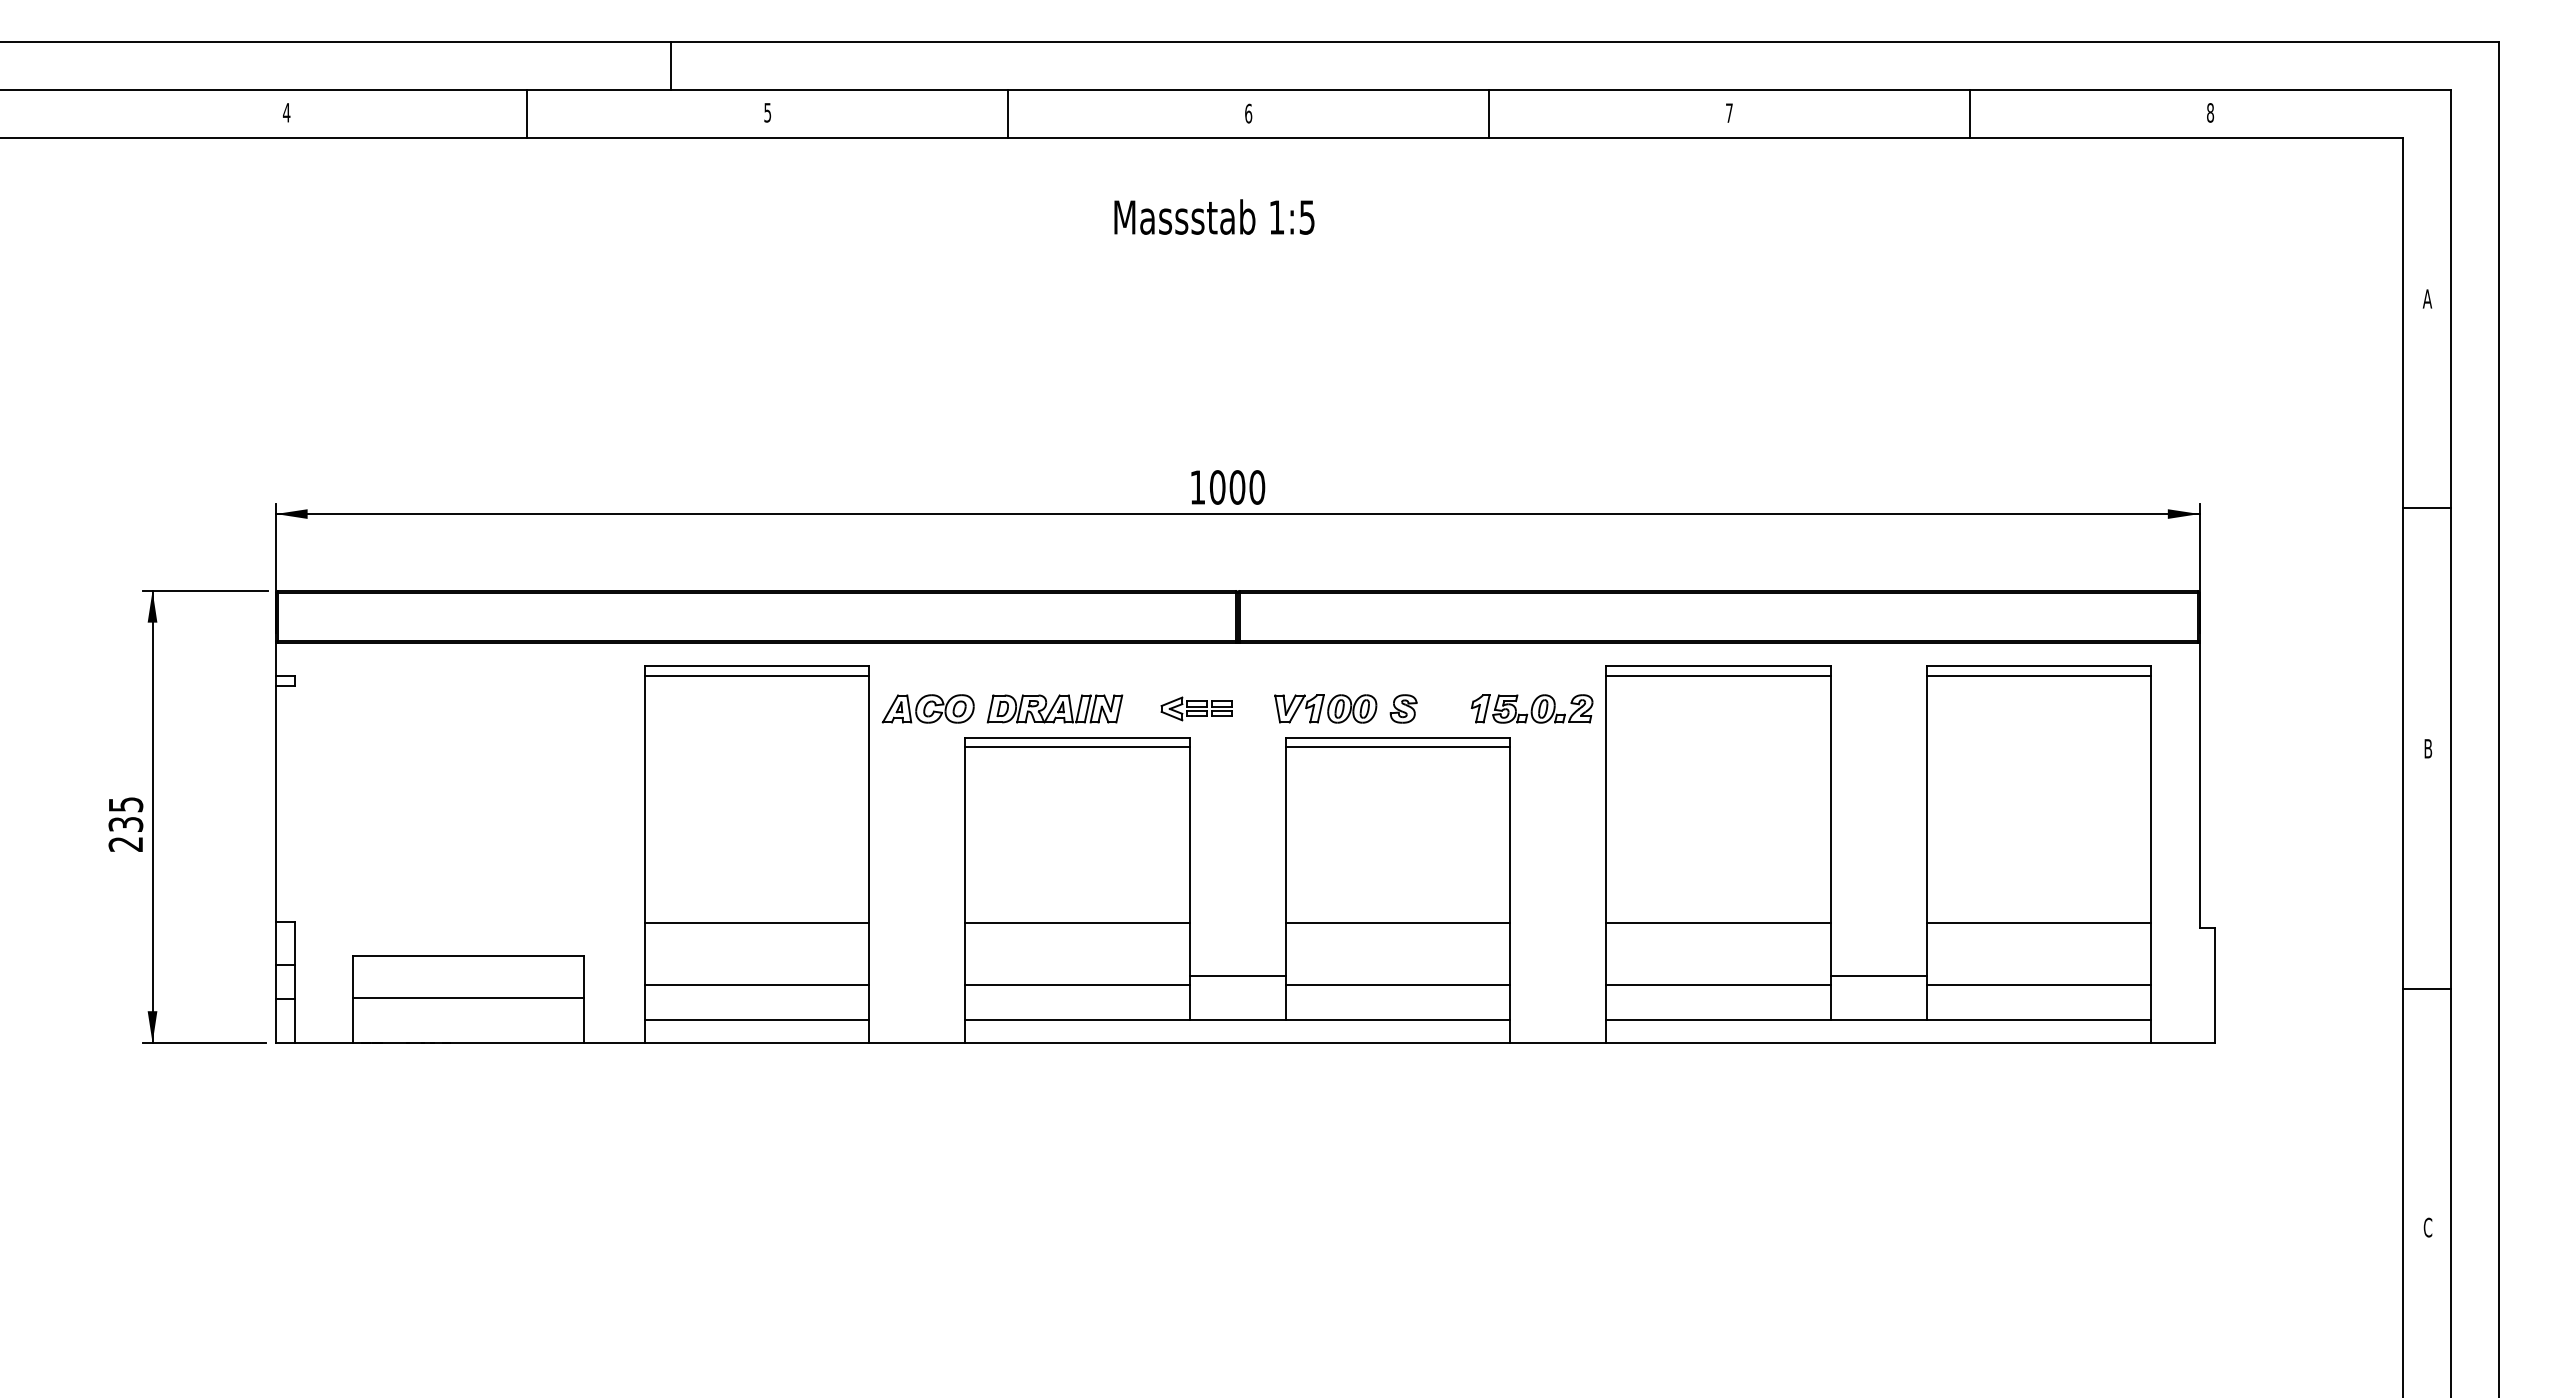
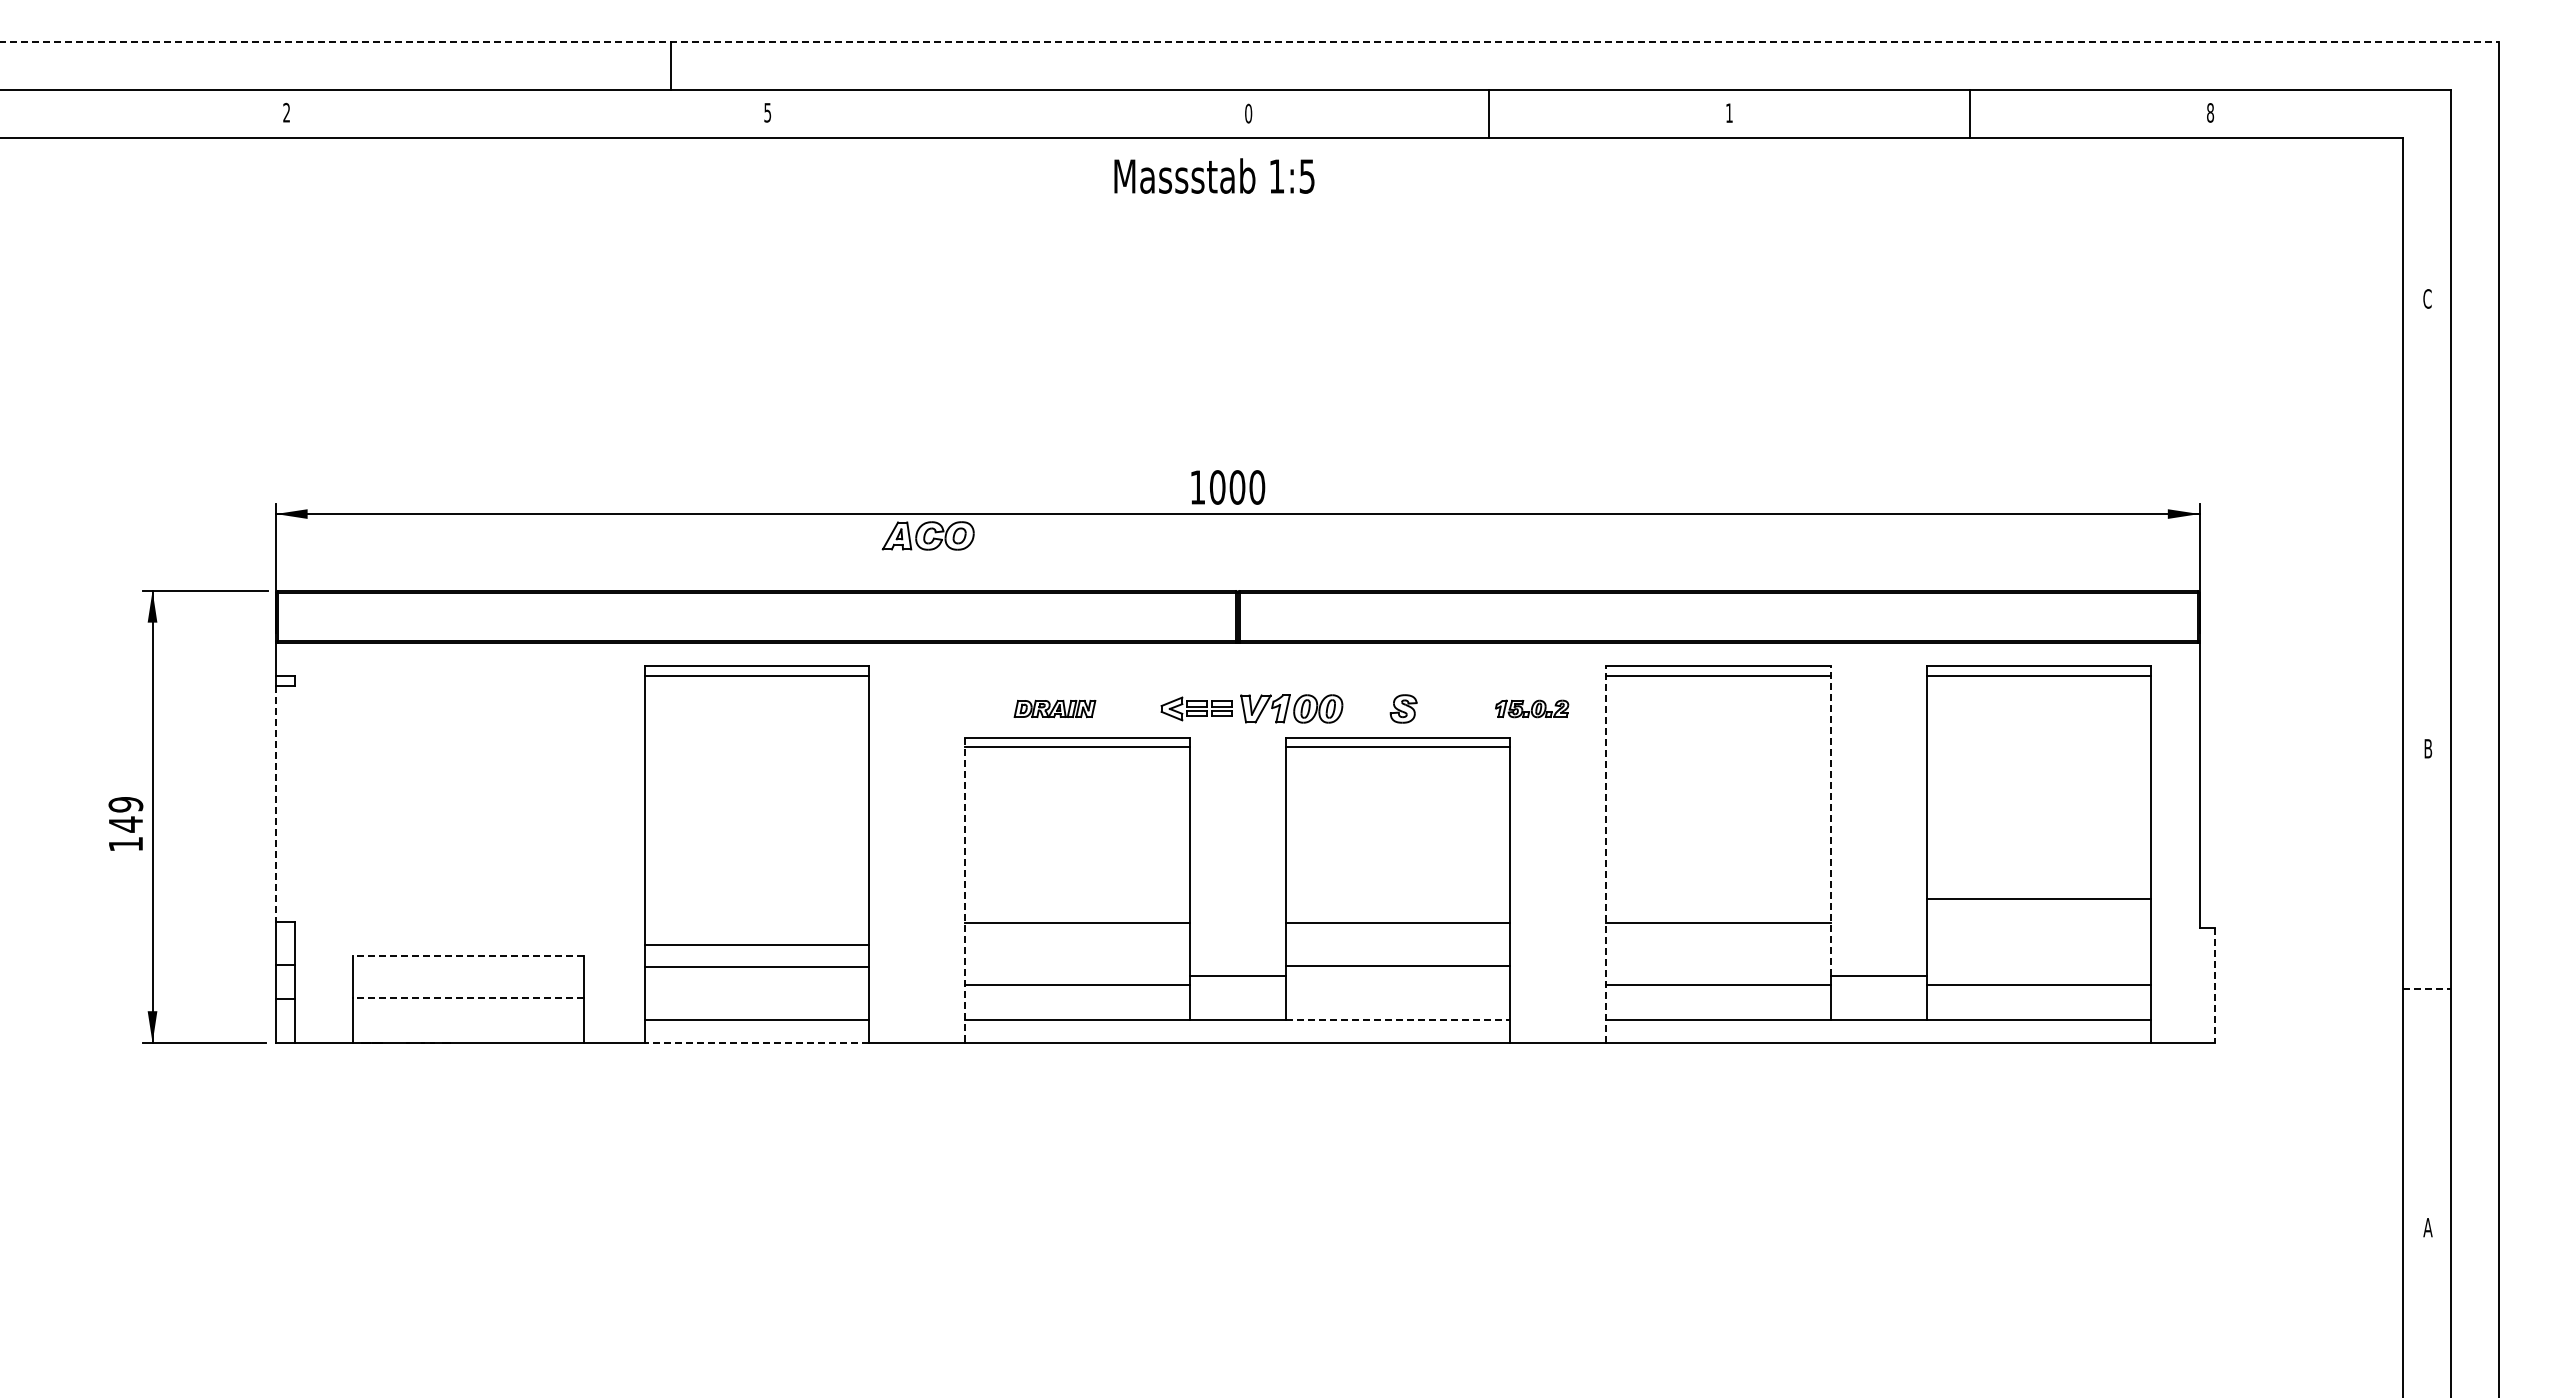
line at (1249, 41): solid -> dashed
text at (286, 112): 4 -> 2
text at (1729, 112): 7 -> 1
text at (1248, 113): 6 -> 0
line at (526, 114): present -> none
line at (1007, 114): present -> none
text at (1214, 216) position: (1214, 216) -> (1214, 175)
text at (2427, 298): A -> C
line at (2426, 508): present -> none
part at (927, 708) position: (927, 708) -> (927, 535)
part at (1054, 708) size: 138x30 px -> 84x20 px
part at (1325, 708) position: (1325, 708) -> (1291, 708)
part at (1531, 708) size: 124x30 px -> 75x20 px
line at (275, 804): solid -> dashed
line at (1830, 820): solid -> dashed
text at (125, 824): 235 -> 149
line at (1606, 854): solid -> dashed
line at (965, 890): solid -> dashed
line at (756, 922) position: (756, 922) -> (756, 944)
line at (2039, 922) position: (2039, 922) -> (2039, 898)
line at (467, 956): solid -> dashed
line at (756, 985) position: (756, 985) -> (756, 967)
line at (1397, 985) position: (1397, 985) -> (1397, 966)
line at (2214, 985): solid -> dashed
line at (2427, 989): solid -> dashed
line at (467, 997): solid -> dashed
line at (1398, 1019): solid -> dashed
line at (756, 1042): solid -> dashed
text at (2427, 1227): C -> A
